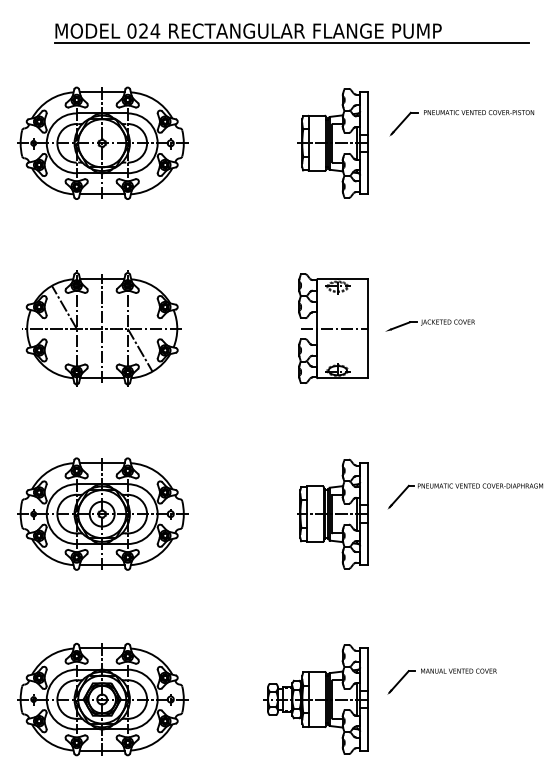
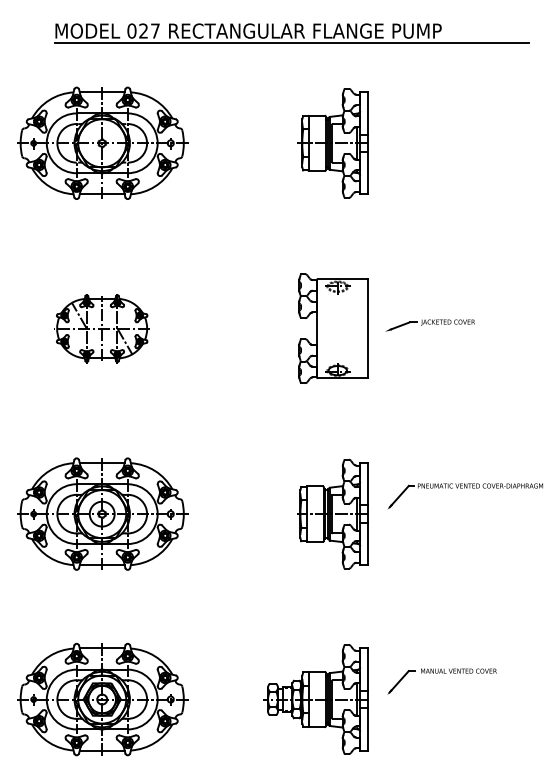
text at (155, 30): 024 -> 027
part at (457, 115): present -> none
part at (101, 328) size: 160x117 px -> 96x70 px
line at (333, 328): present -> none
